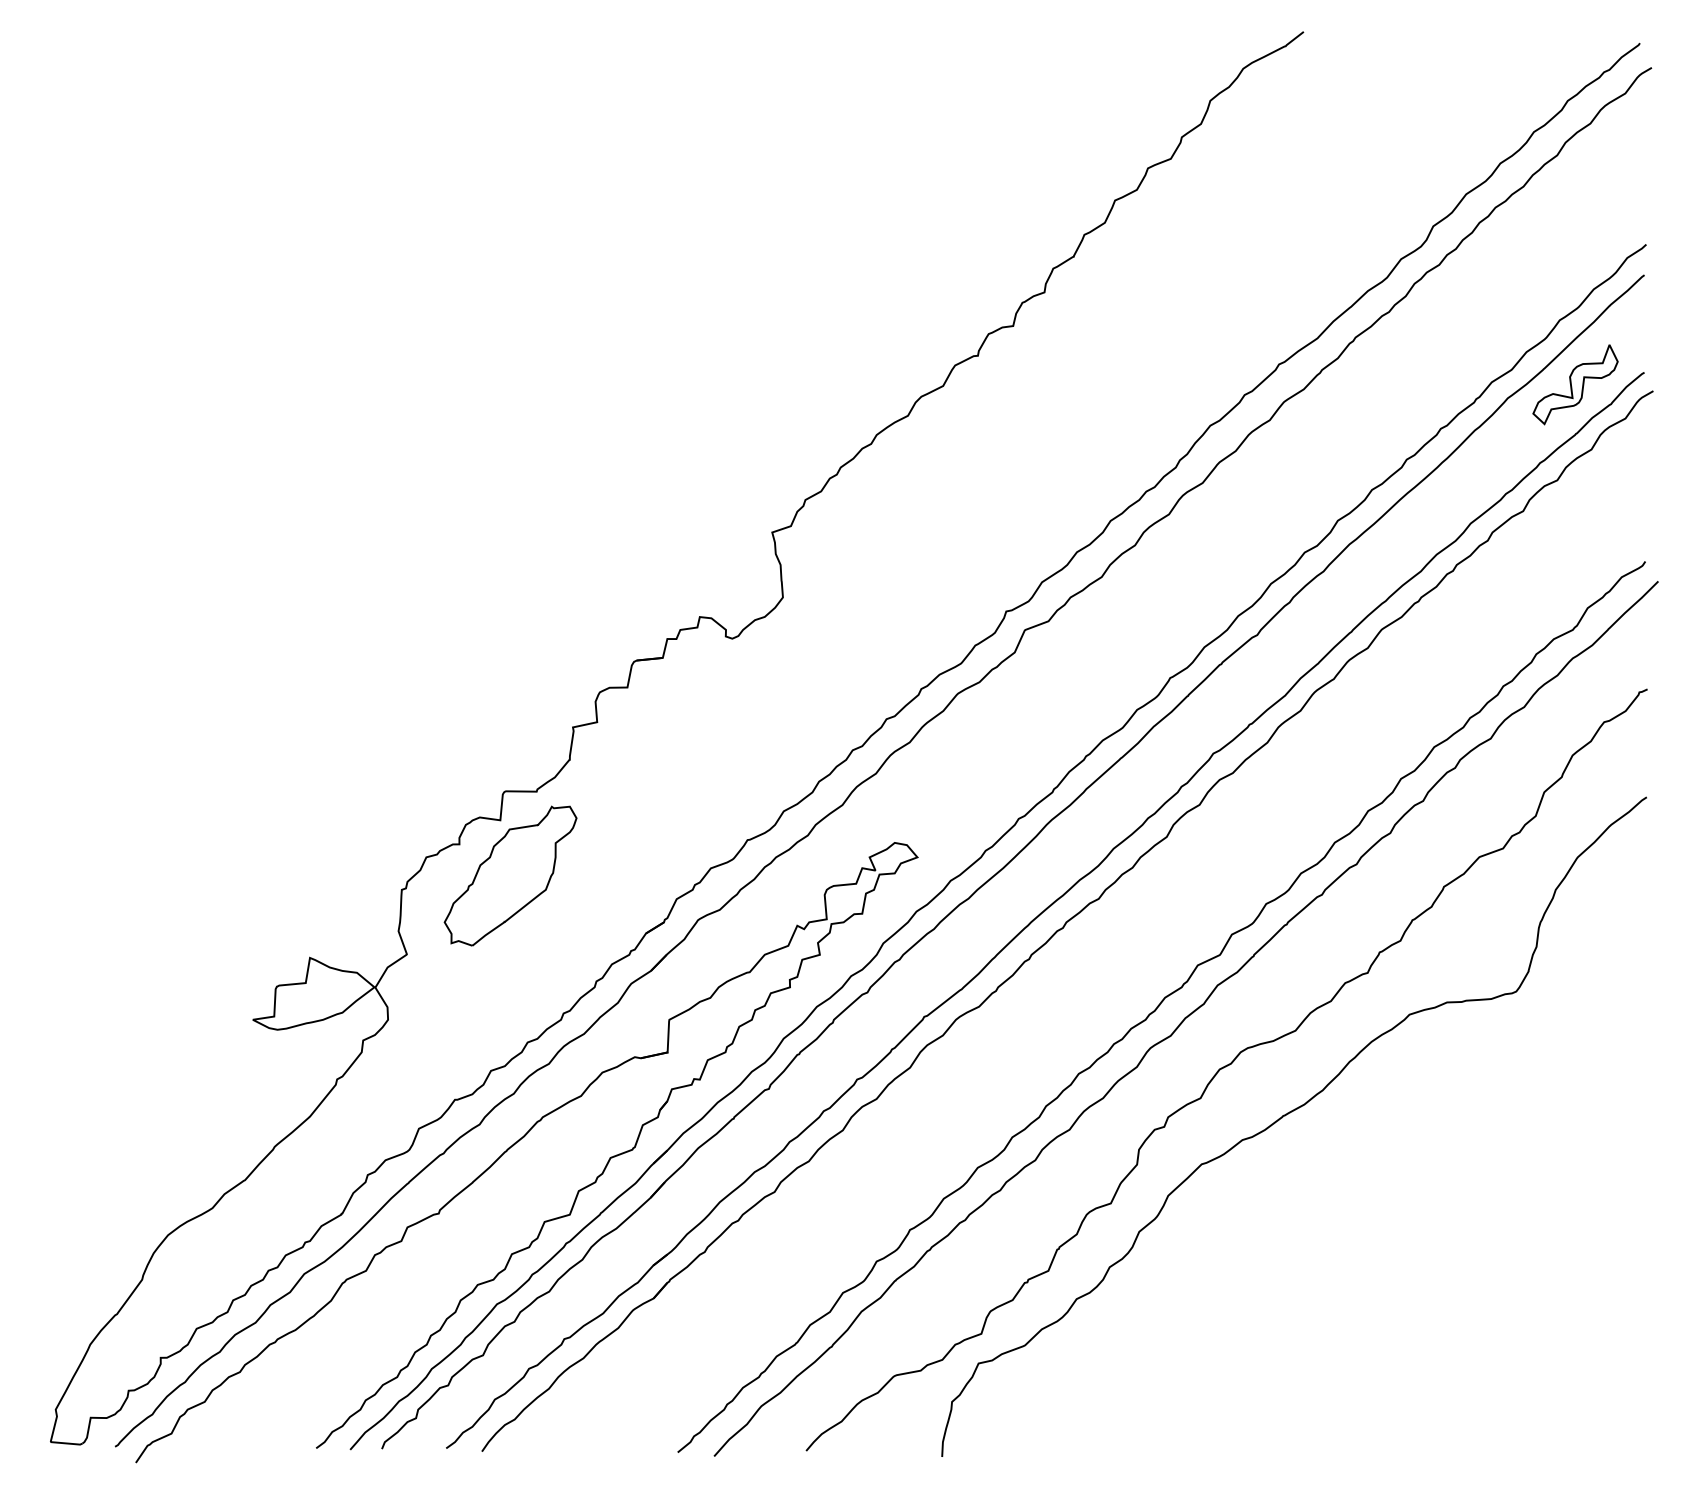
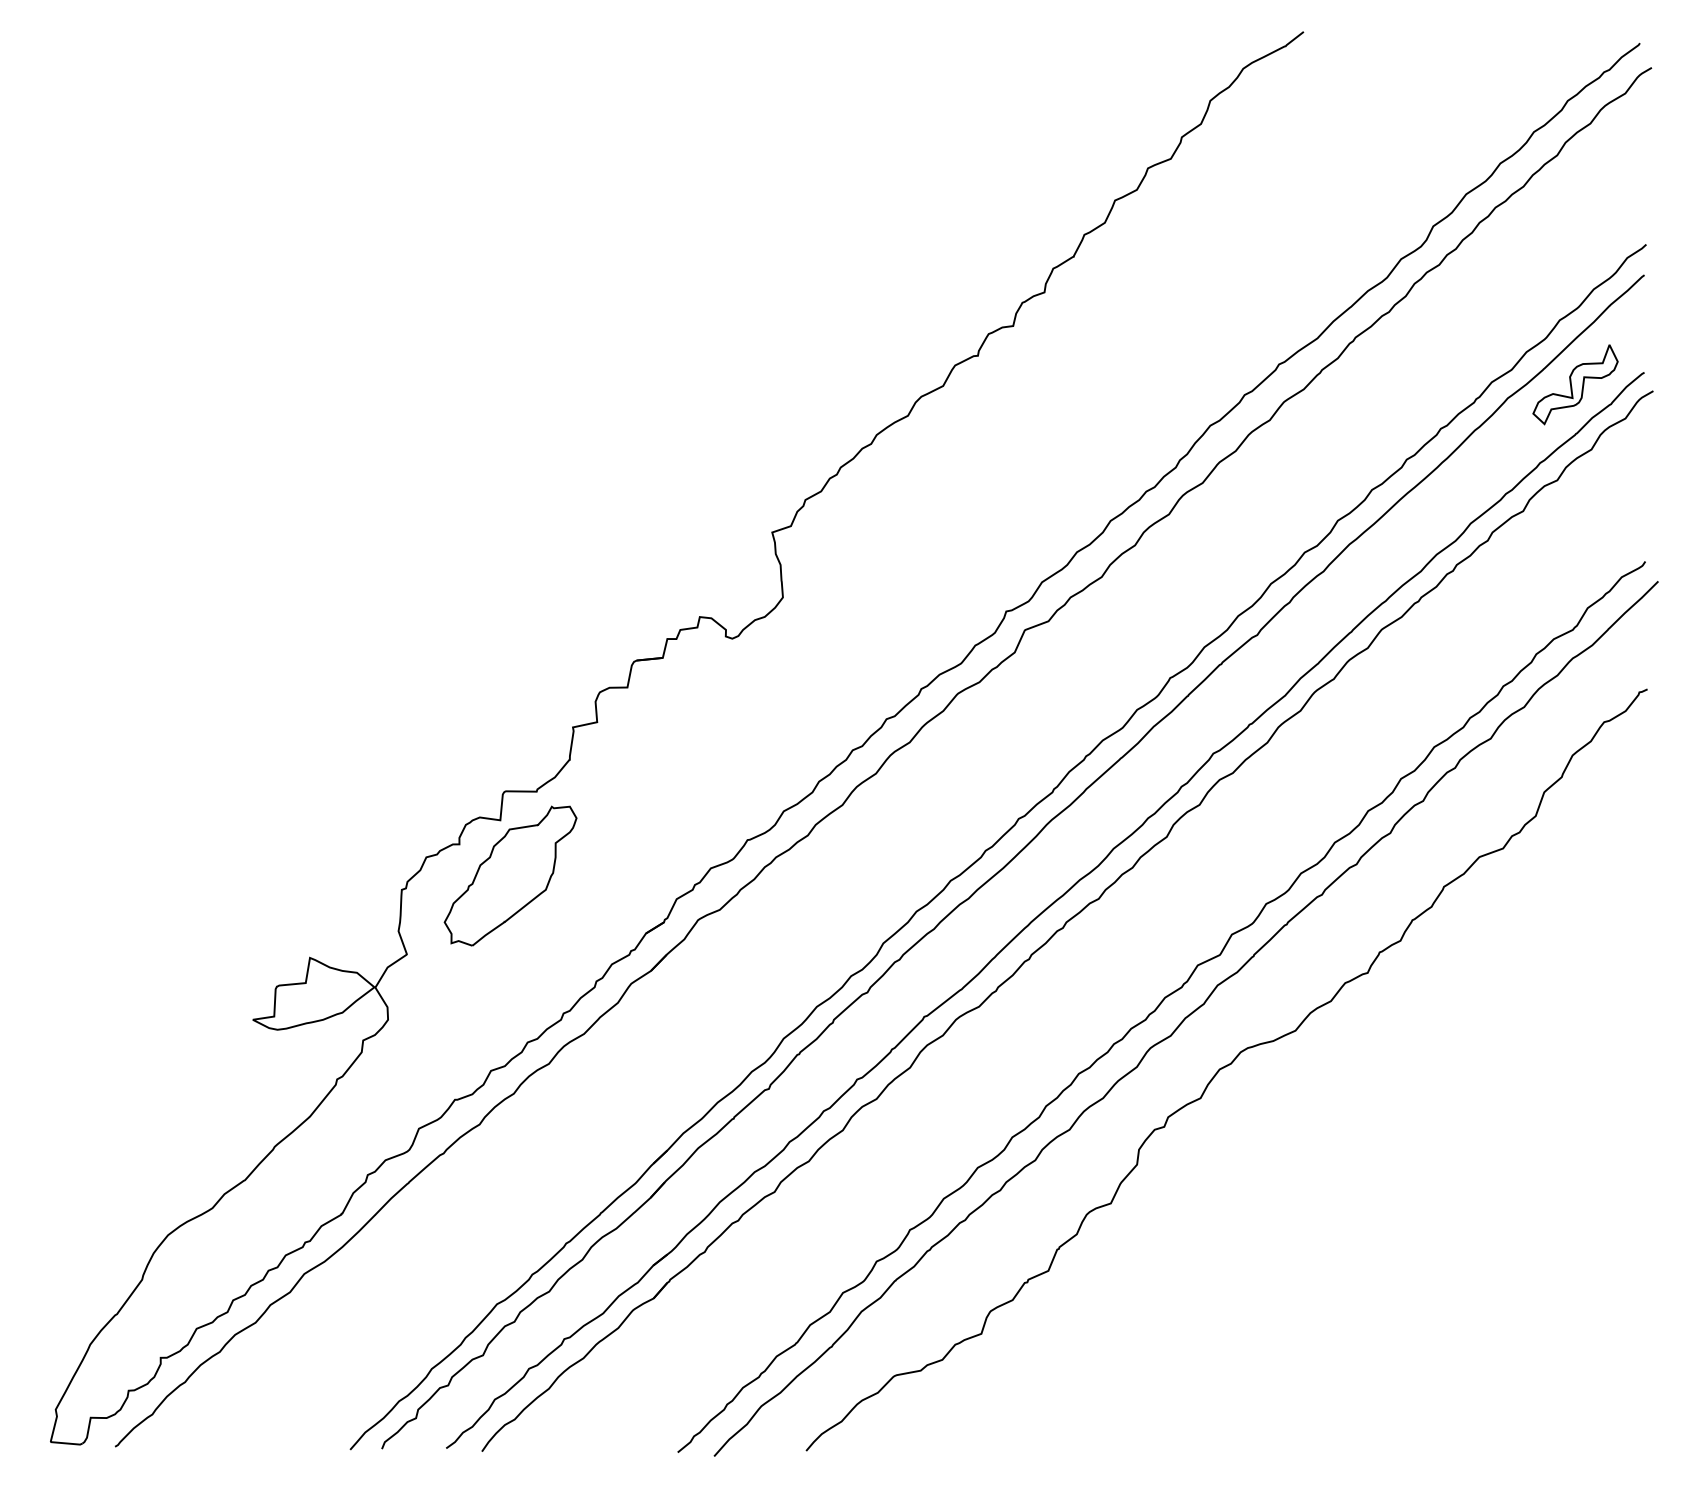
curve at (1285, 1116): present -> none
part at (518, 1142): present -> none
